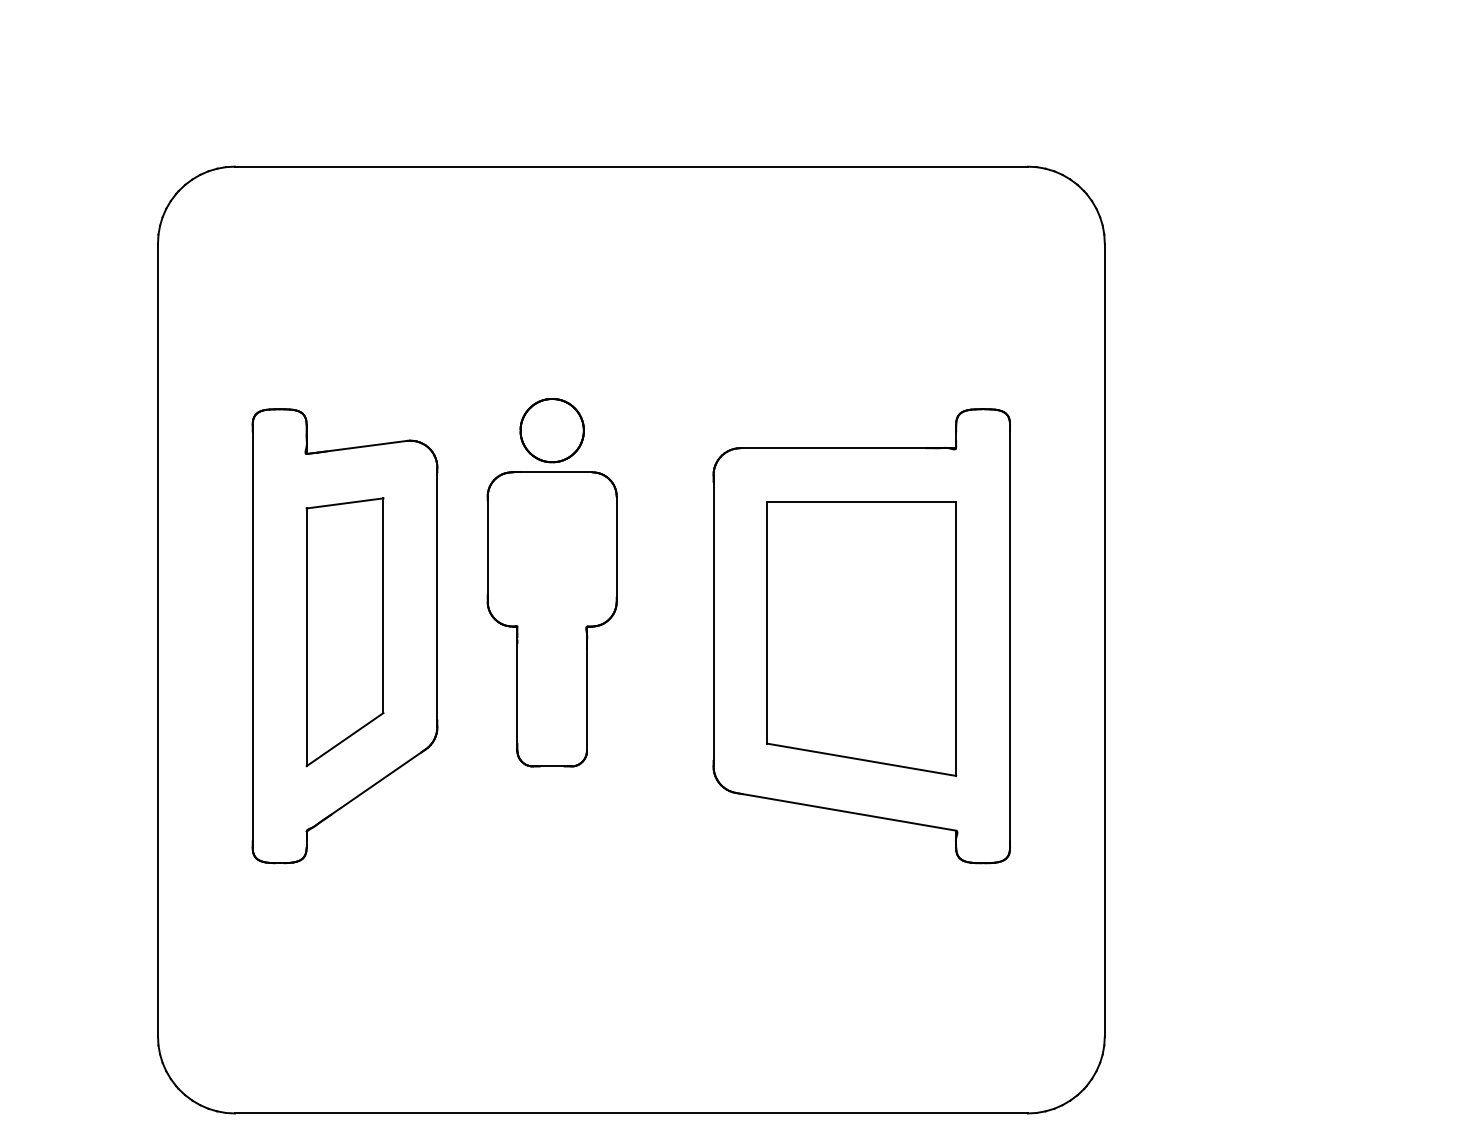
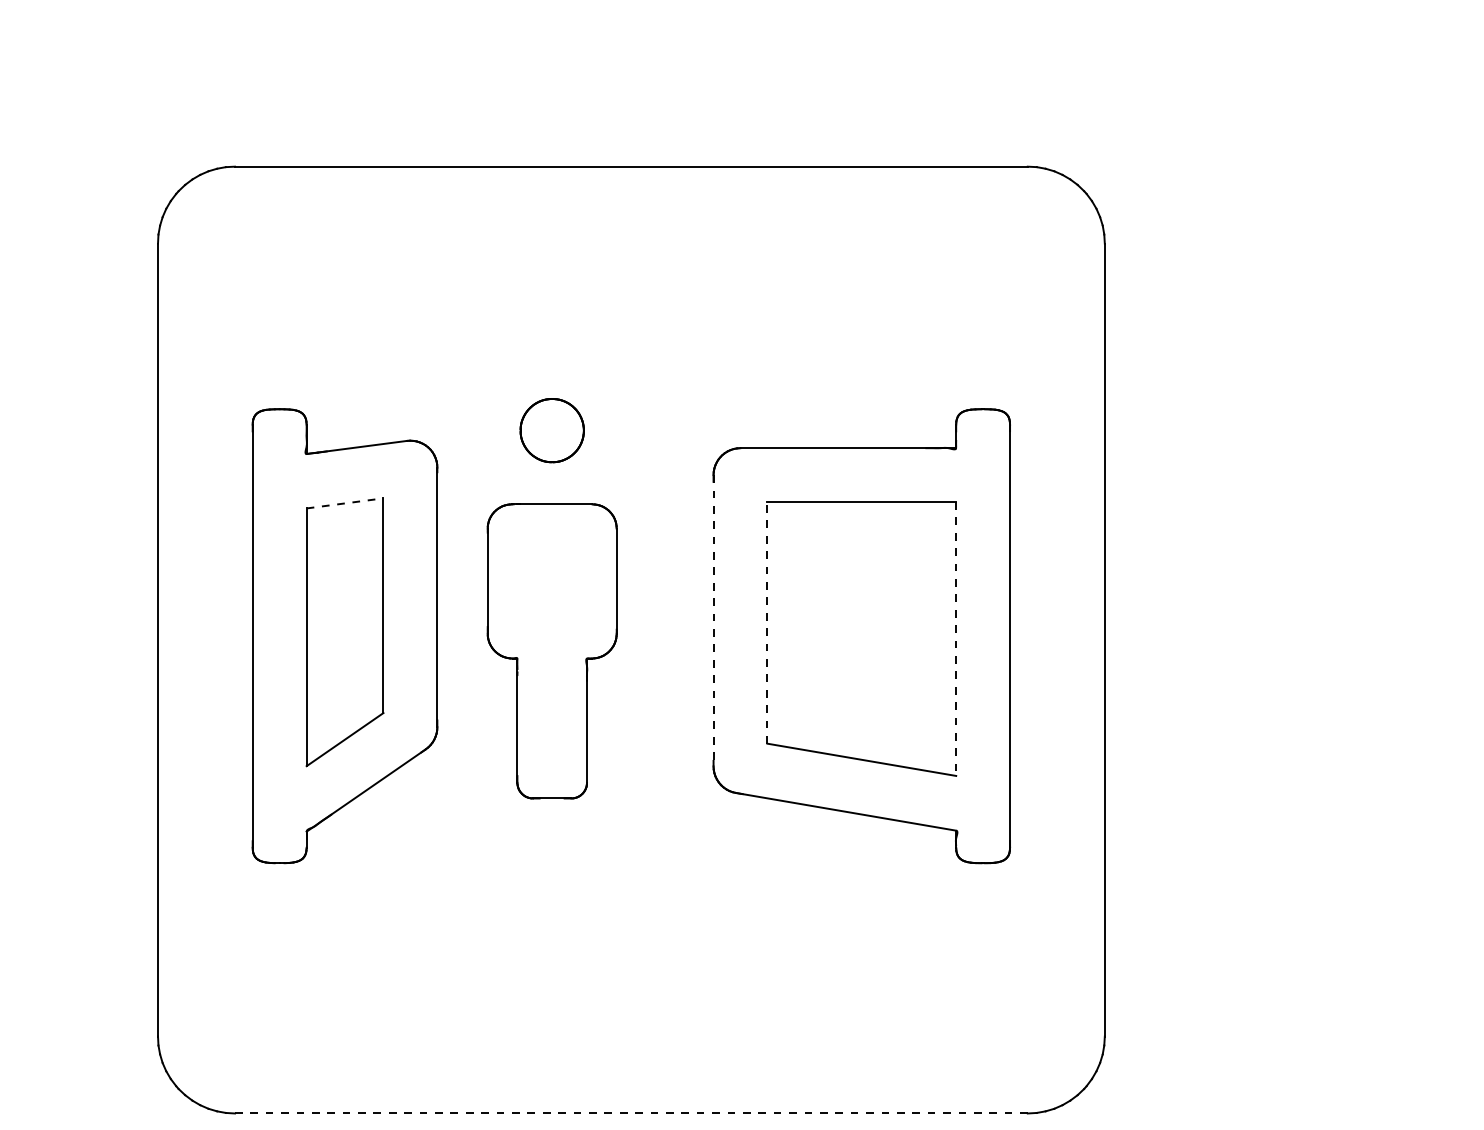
line at (345, 503): solid -> dashed
part at (551, 619) position: (551, 619) -> (551, 651)
line at (713, 620): solid -> dashed
line at (767, 622): solid -> dashed
line at (956, 639): solid -> dashed
line at (630, 1113): solid -> dashed
